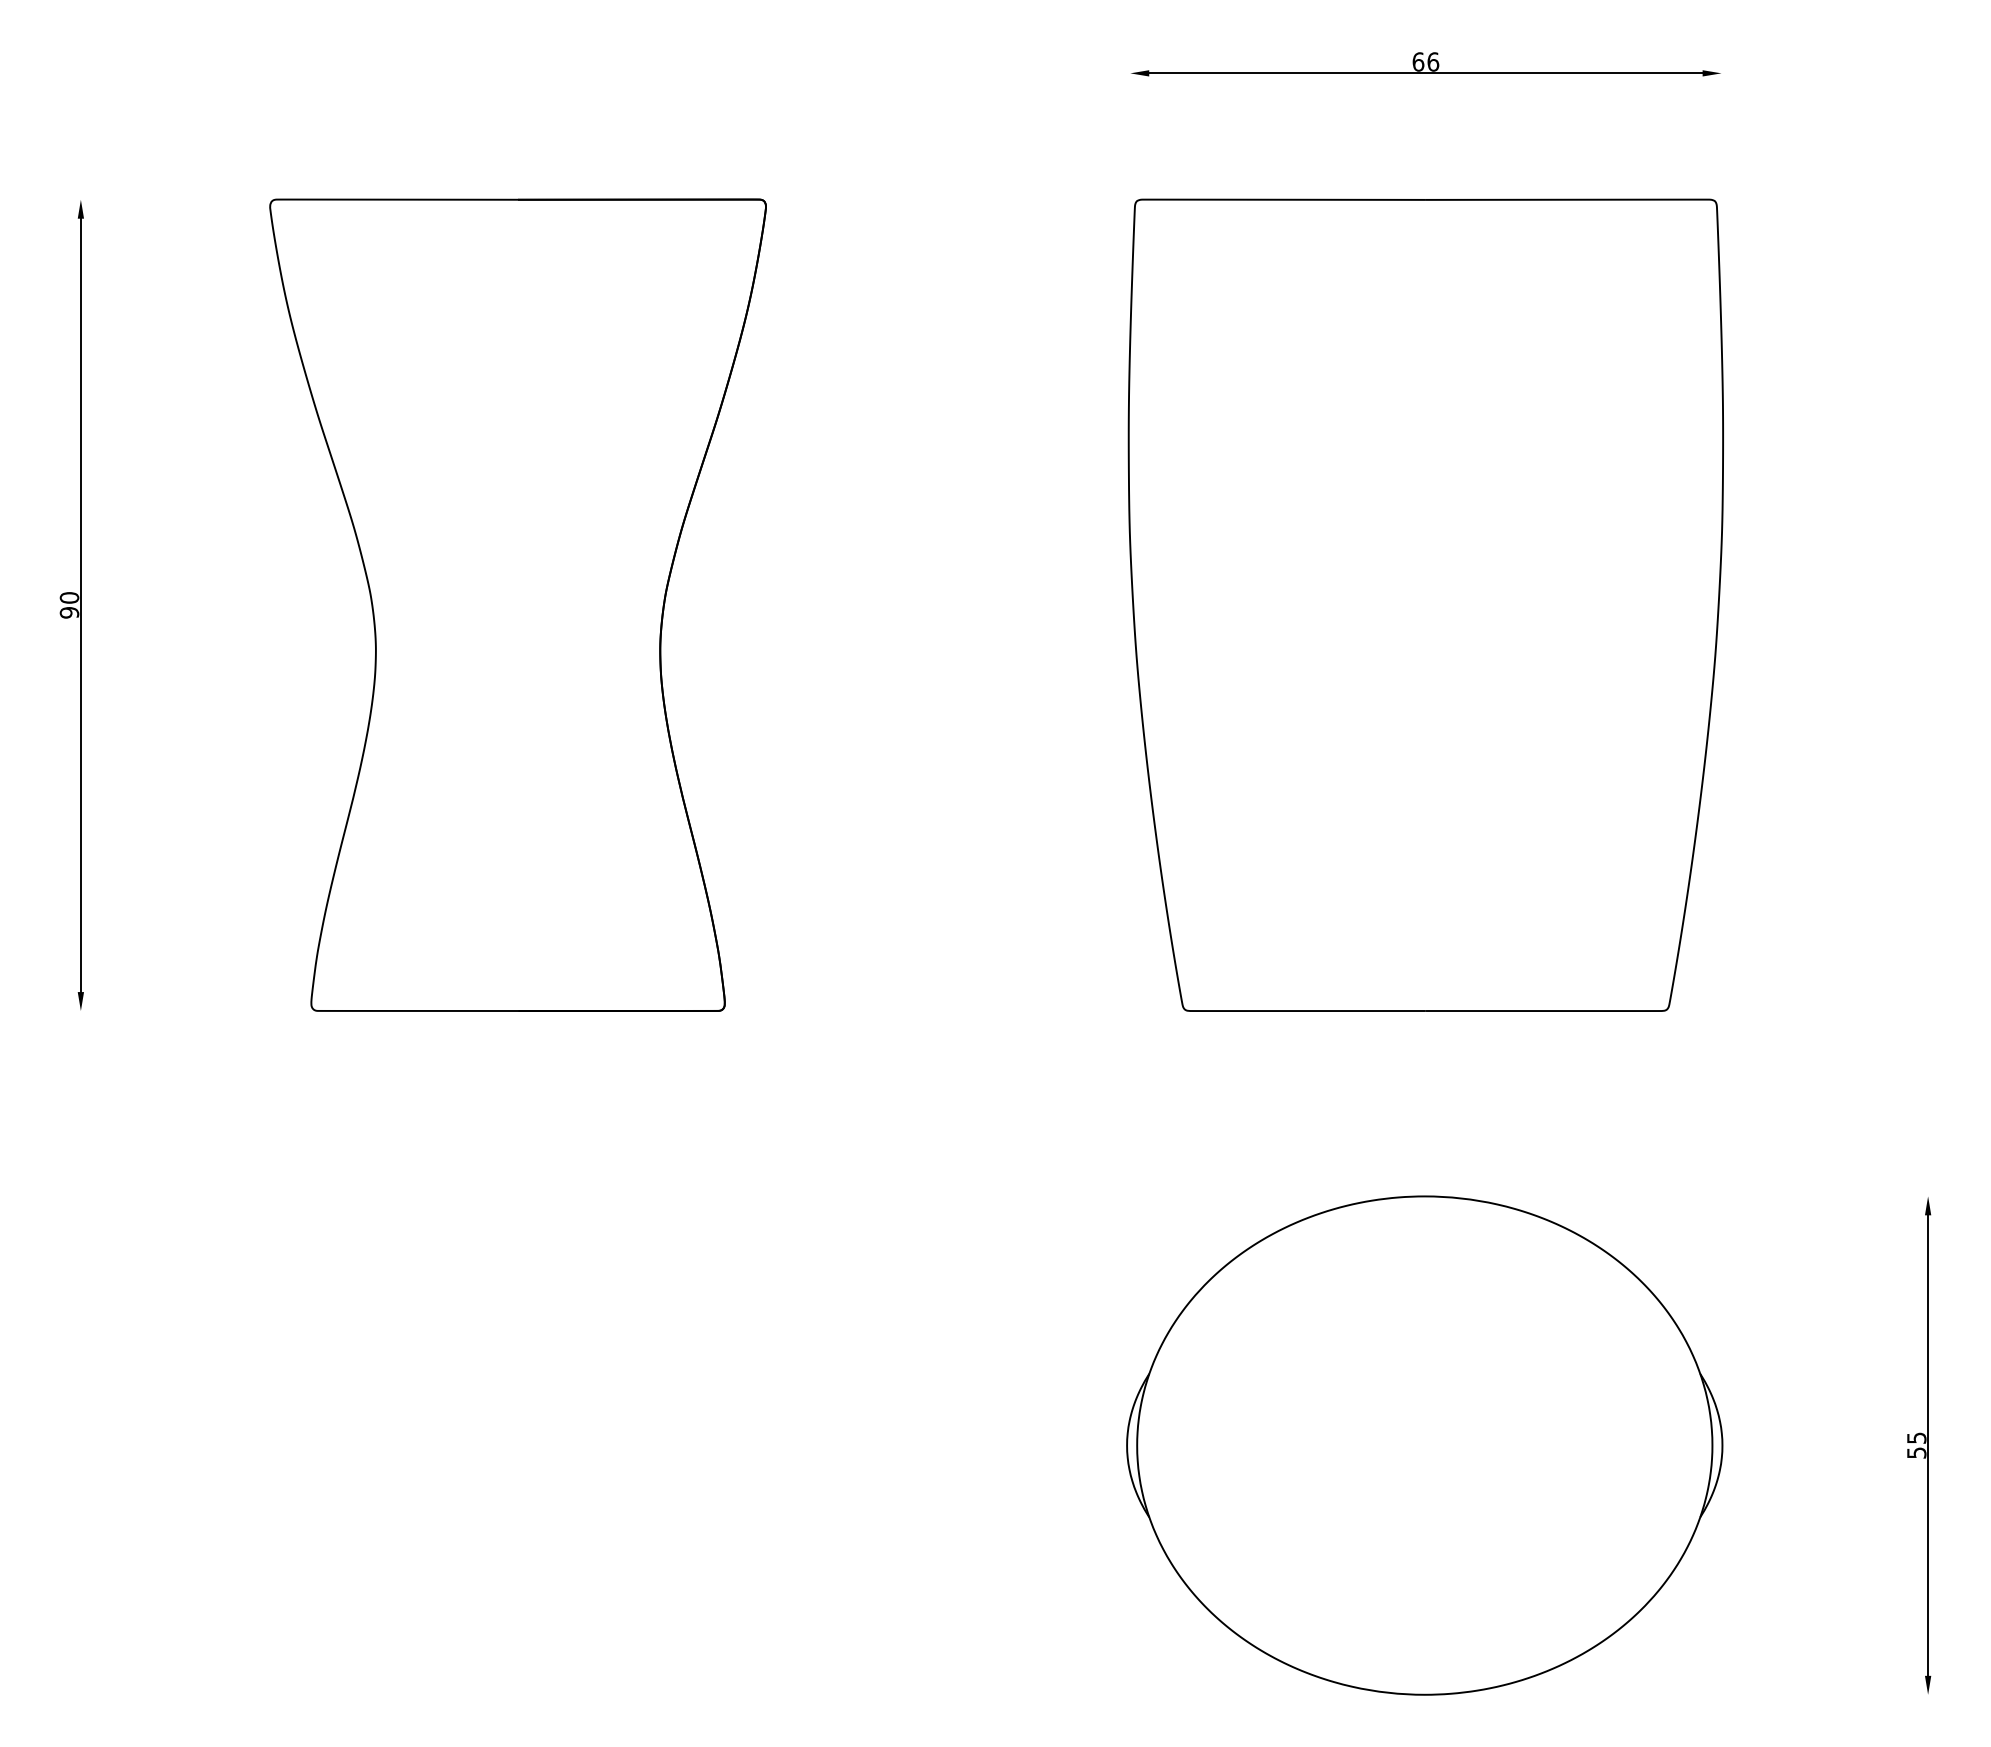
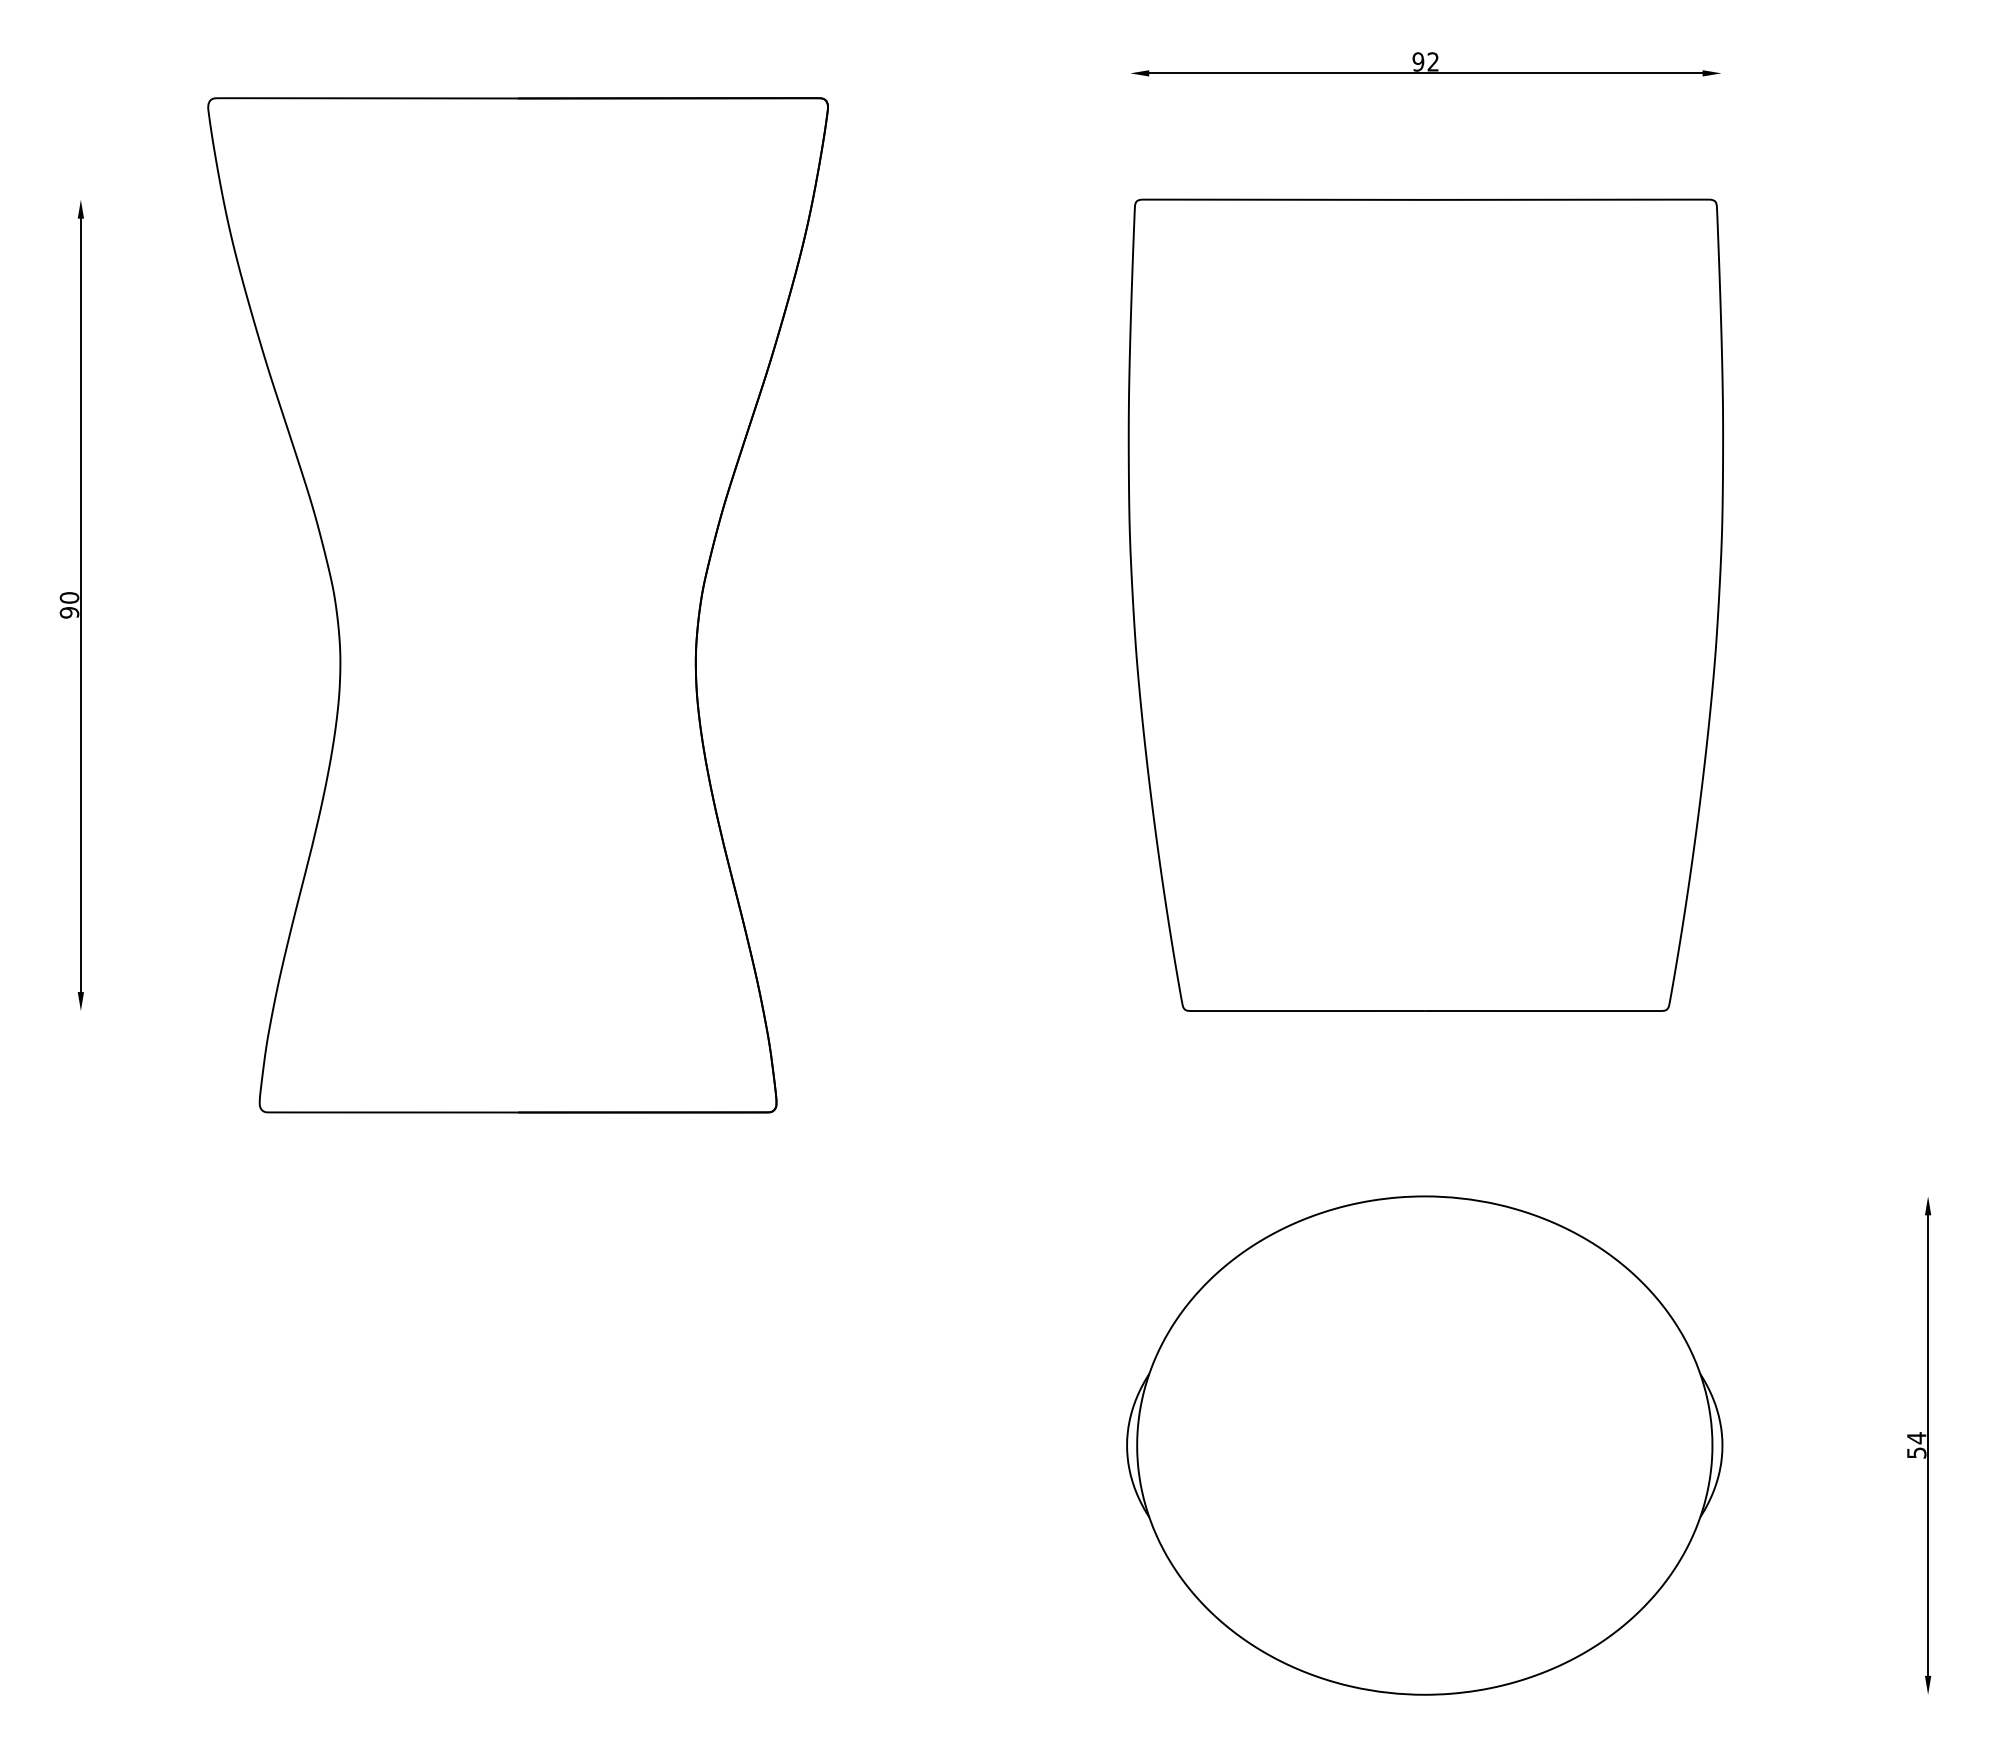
text at (1425, 61): 66 -> 92
part at (517, 604) size: 498x814 px -> 622x1017 px
text at (1916, 1438): 55 -> 54
